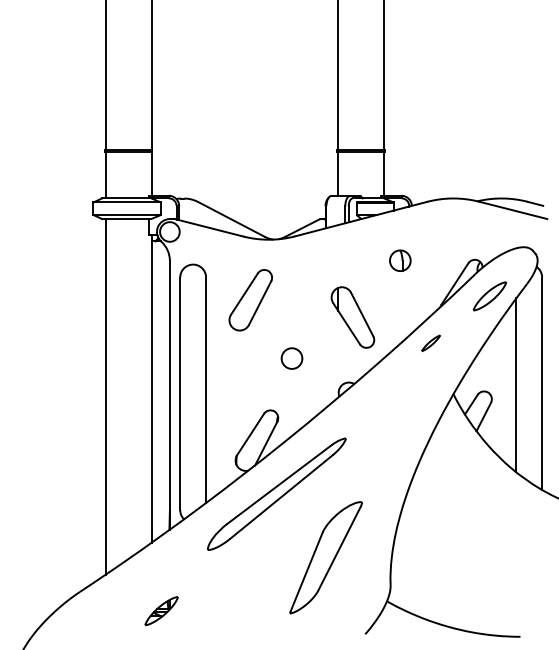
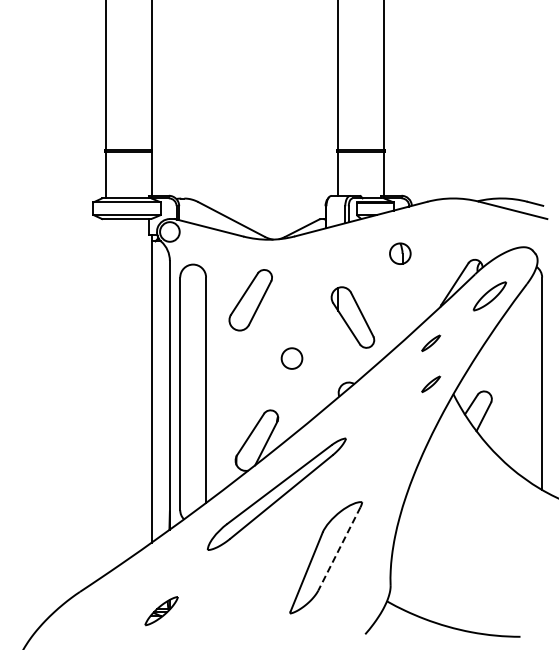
part at (400, 260) position: (400, 260) -> (400, 253)
part at (431, 383): none -> present
line at (516, 385): present -> none
line at (105, 396): present -> none
line at (339, 548): solid -> dashed
